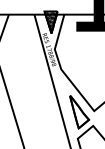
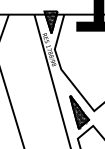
hatch at (79, 111): none -> present
